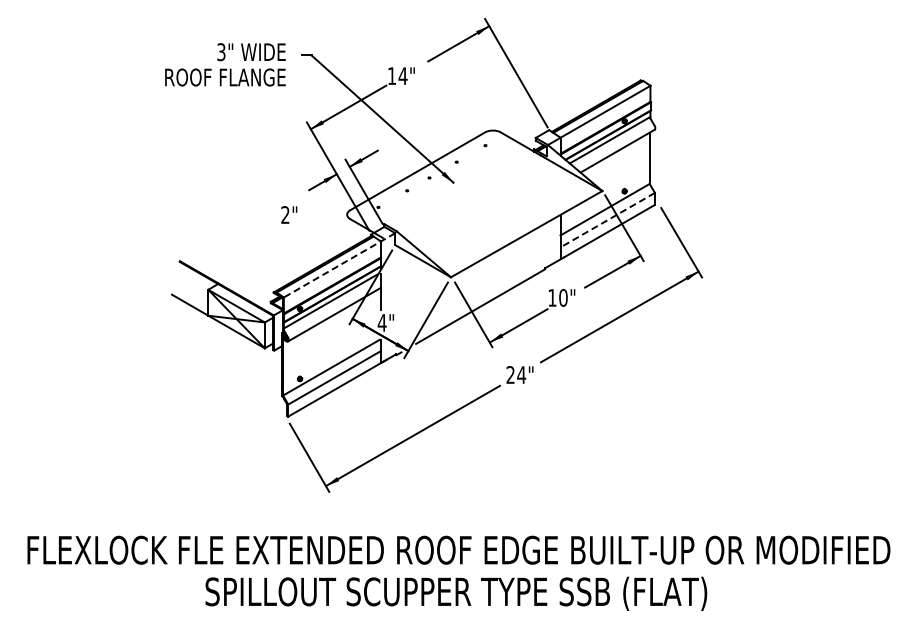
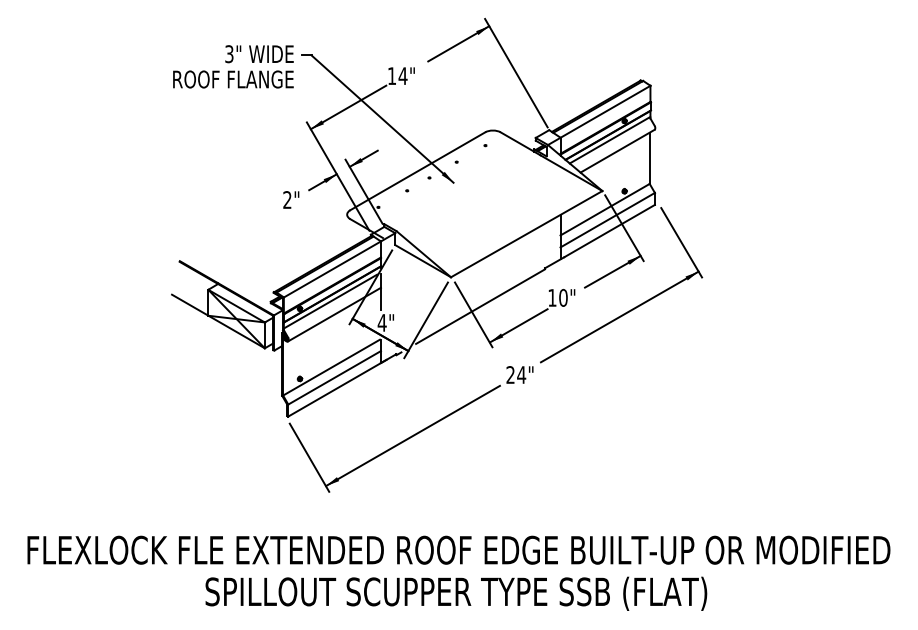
text at (225, 64) position: (225, 64) -> (233, 66)
text at (289, 214) position: (289, 214) -> (291, 199)
line at (607, 220): dashed -> solid
line at (339, 265): dashed -> solid
